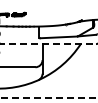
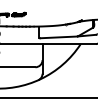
line at (48, 44): dashed -> solid
line at (49, 98): dashed -> solid
